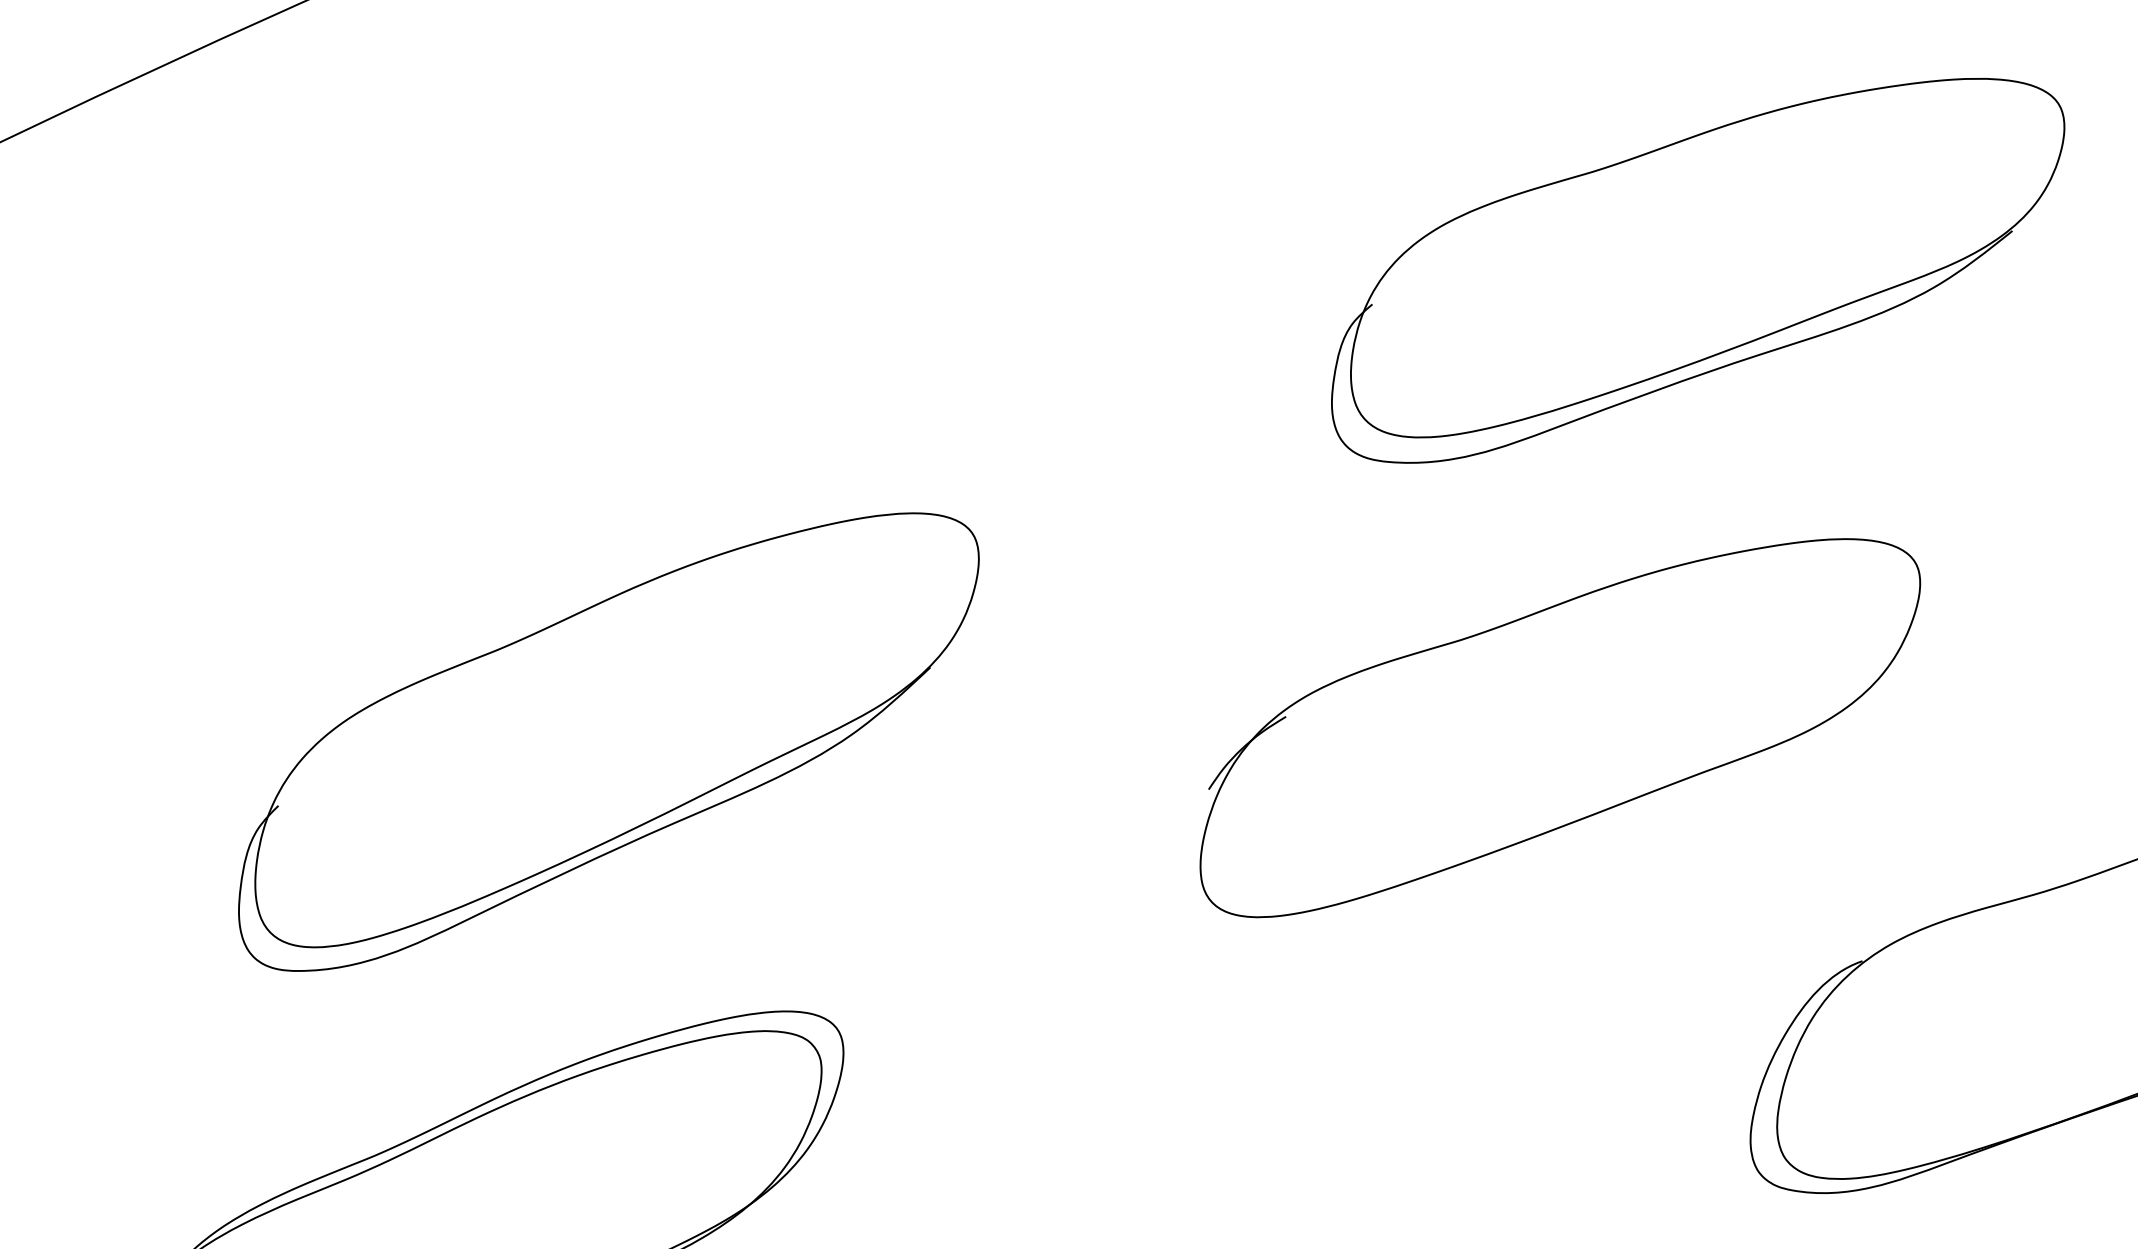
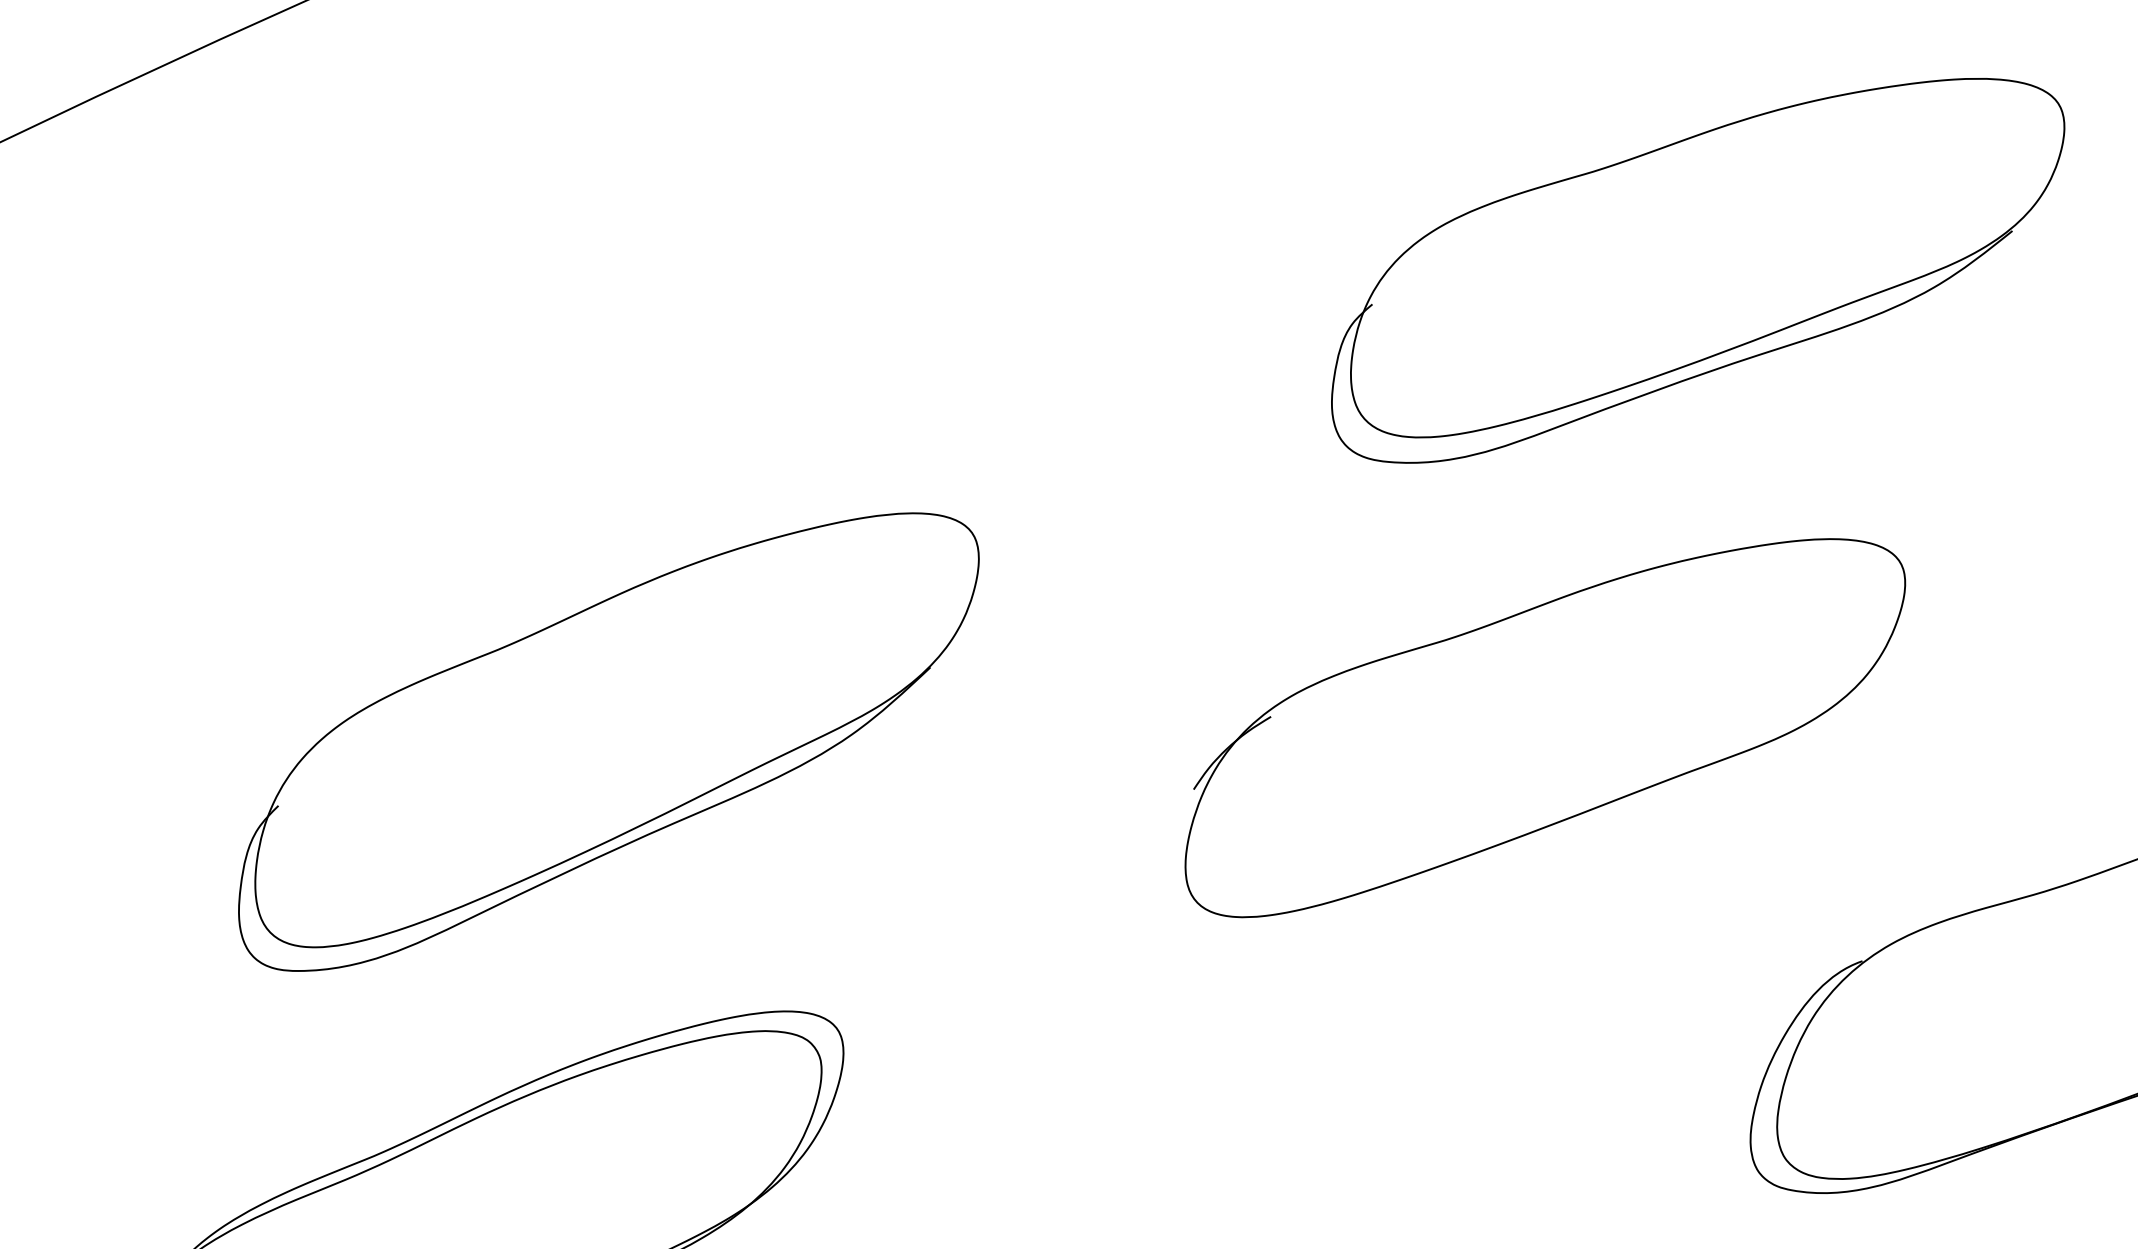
part at (1560, 728) position: (1560, 728) -> (1545, 728)
